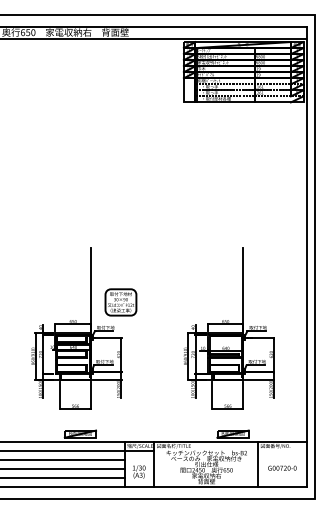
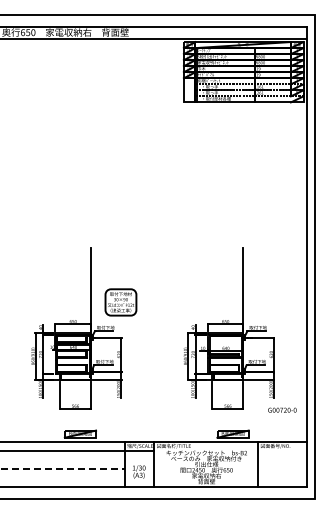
line at (63, 460): present -> none
text at (282, 467) position: (282, 467) -> (282, 409)
line at (63, 469): solid -> dashed
line at (63, 478): present -> none
